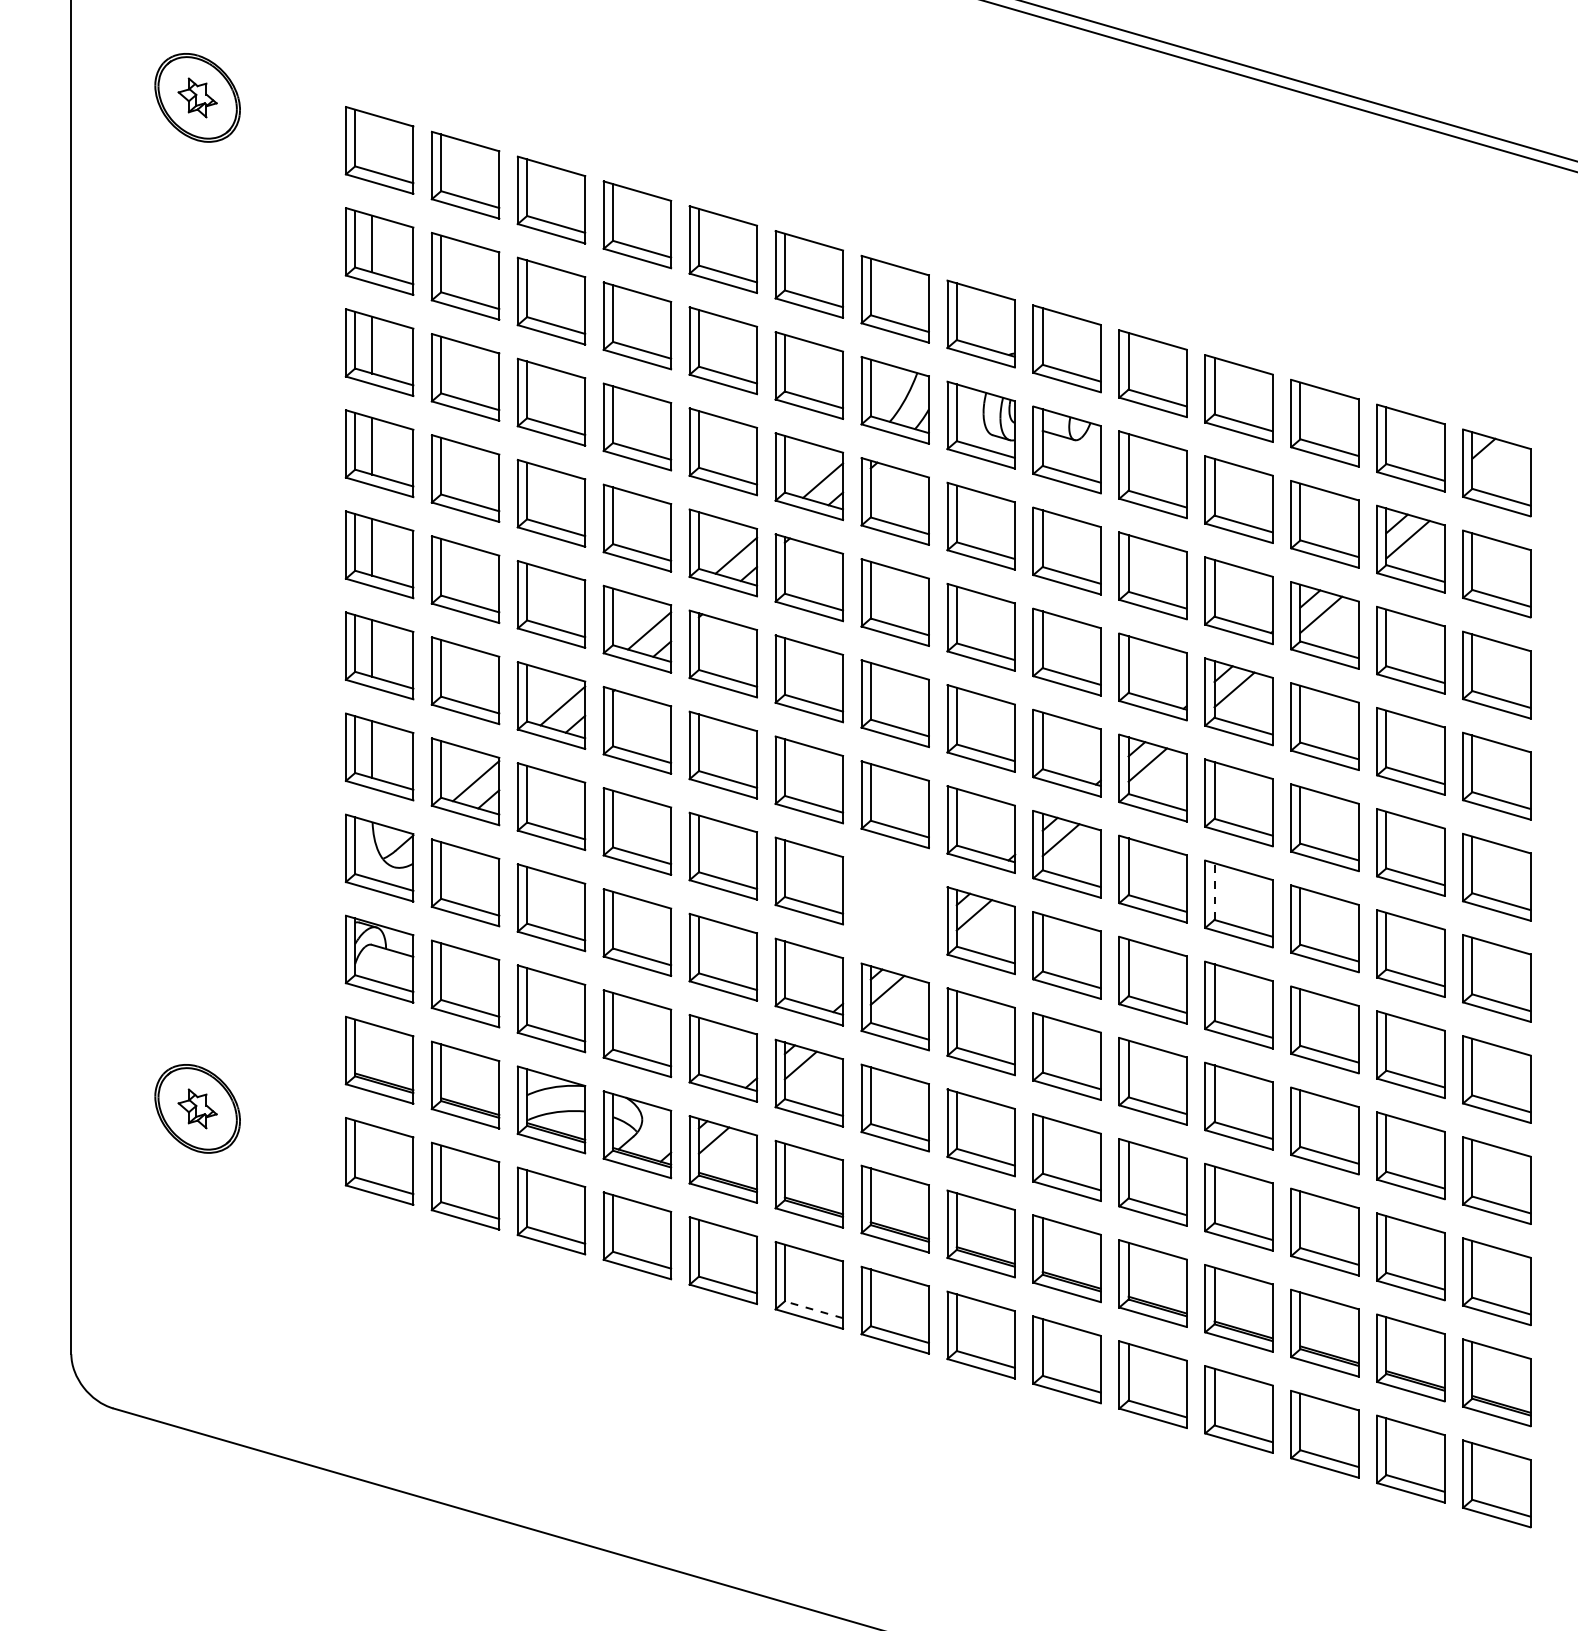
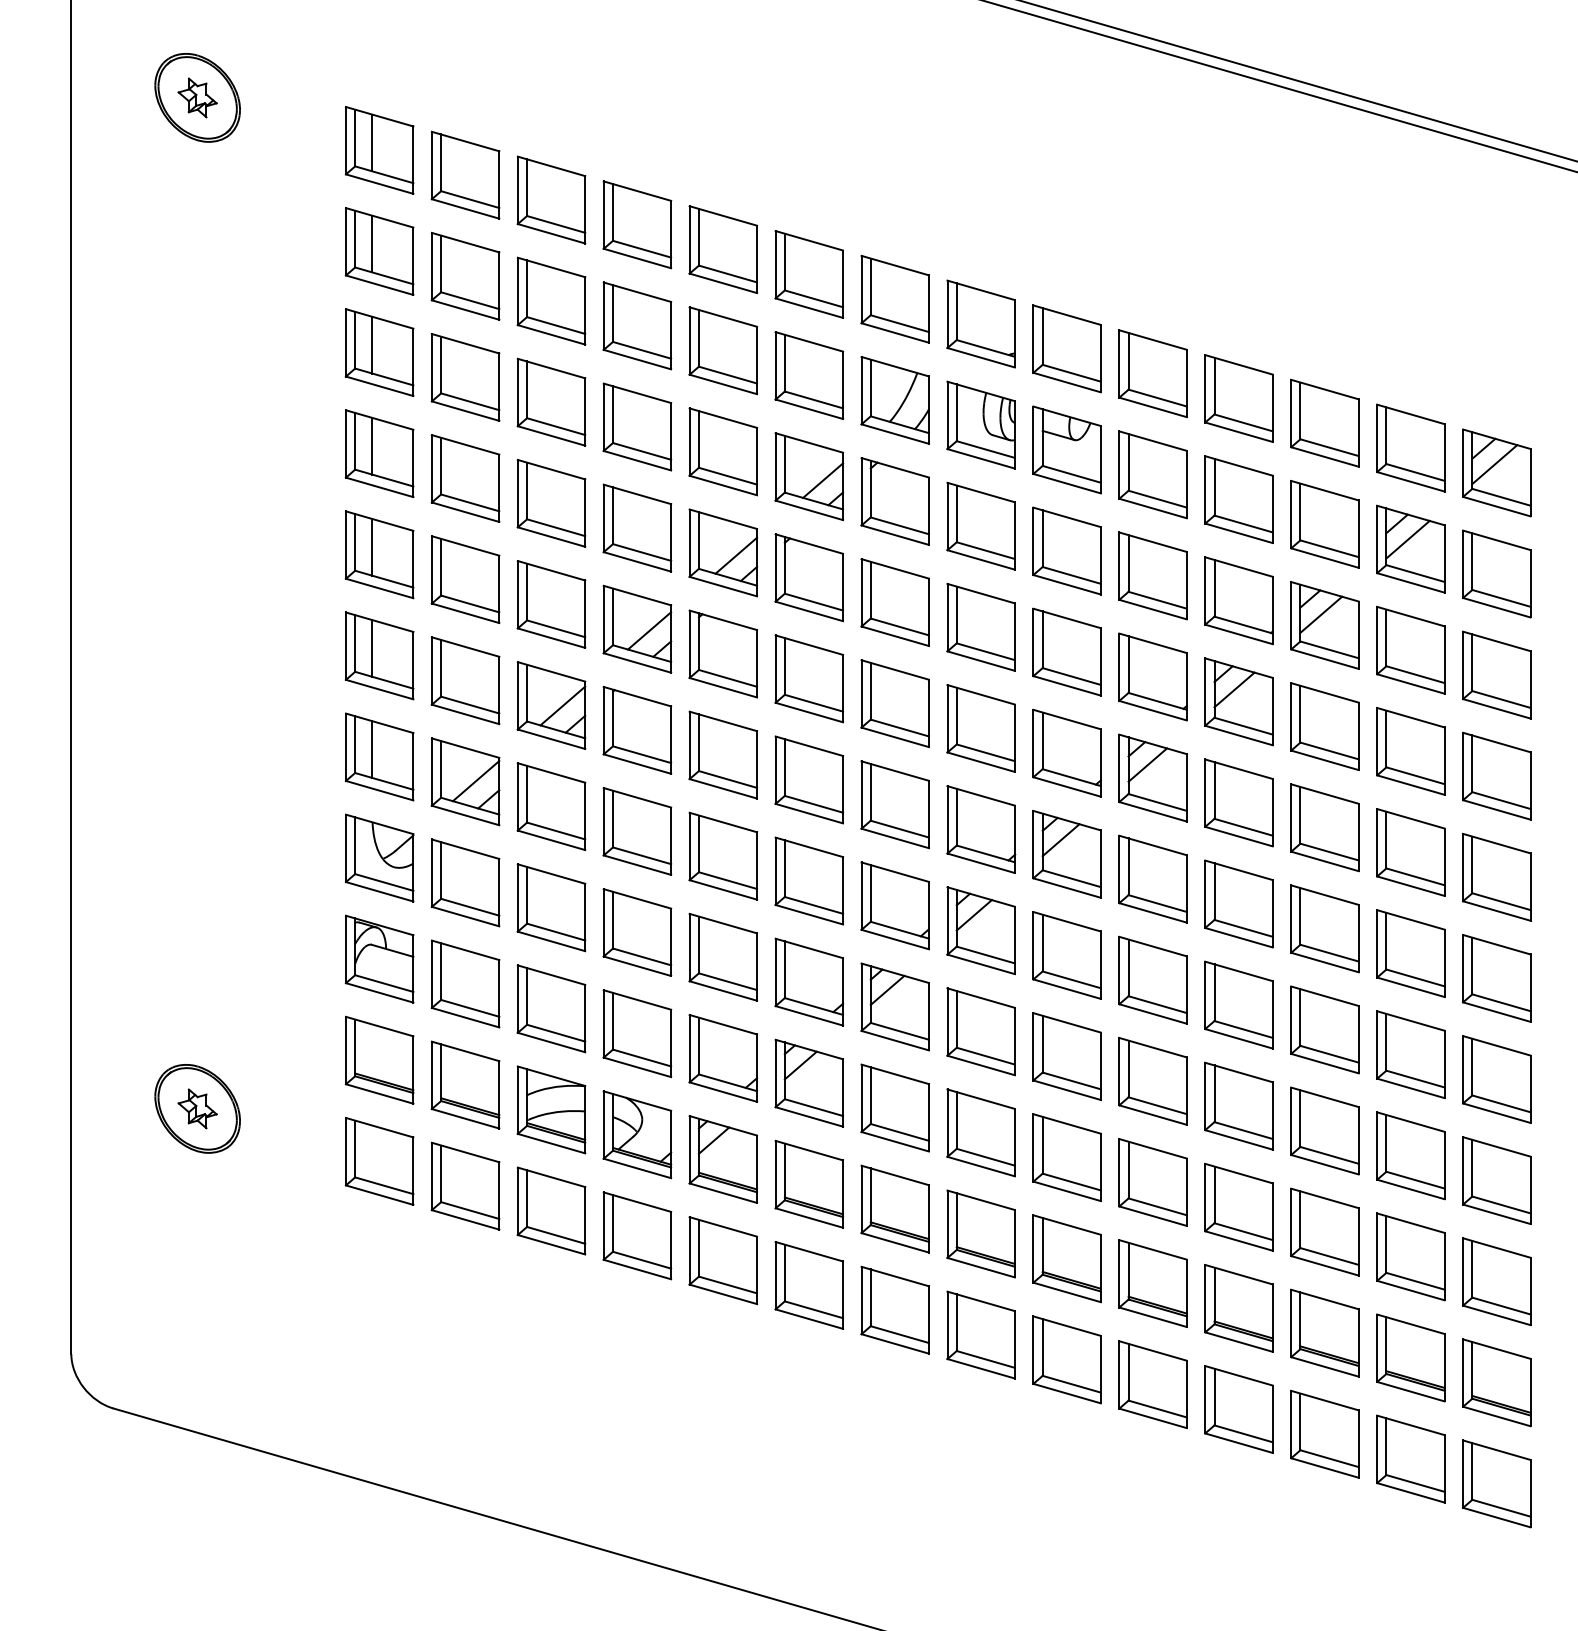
line at (372, 142): none -> present
line at (1494, 464): none -> present
line at (1214, 891): dashed -> solid
part at (894, 905): none -> present
line at (813, 1309): dashed -> solid
